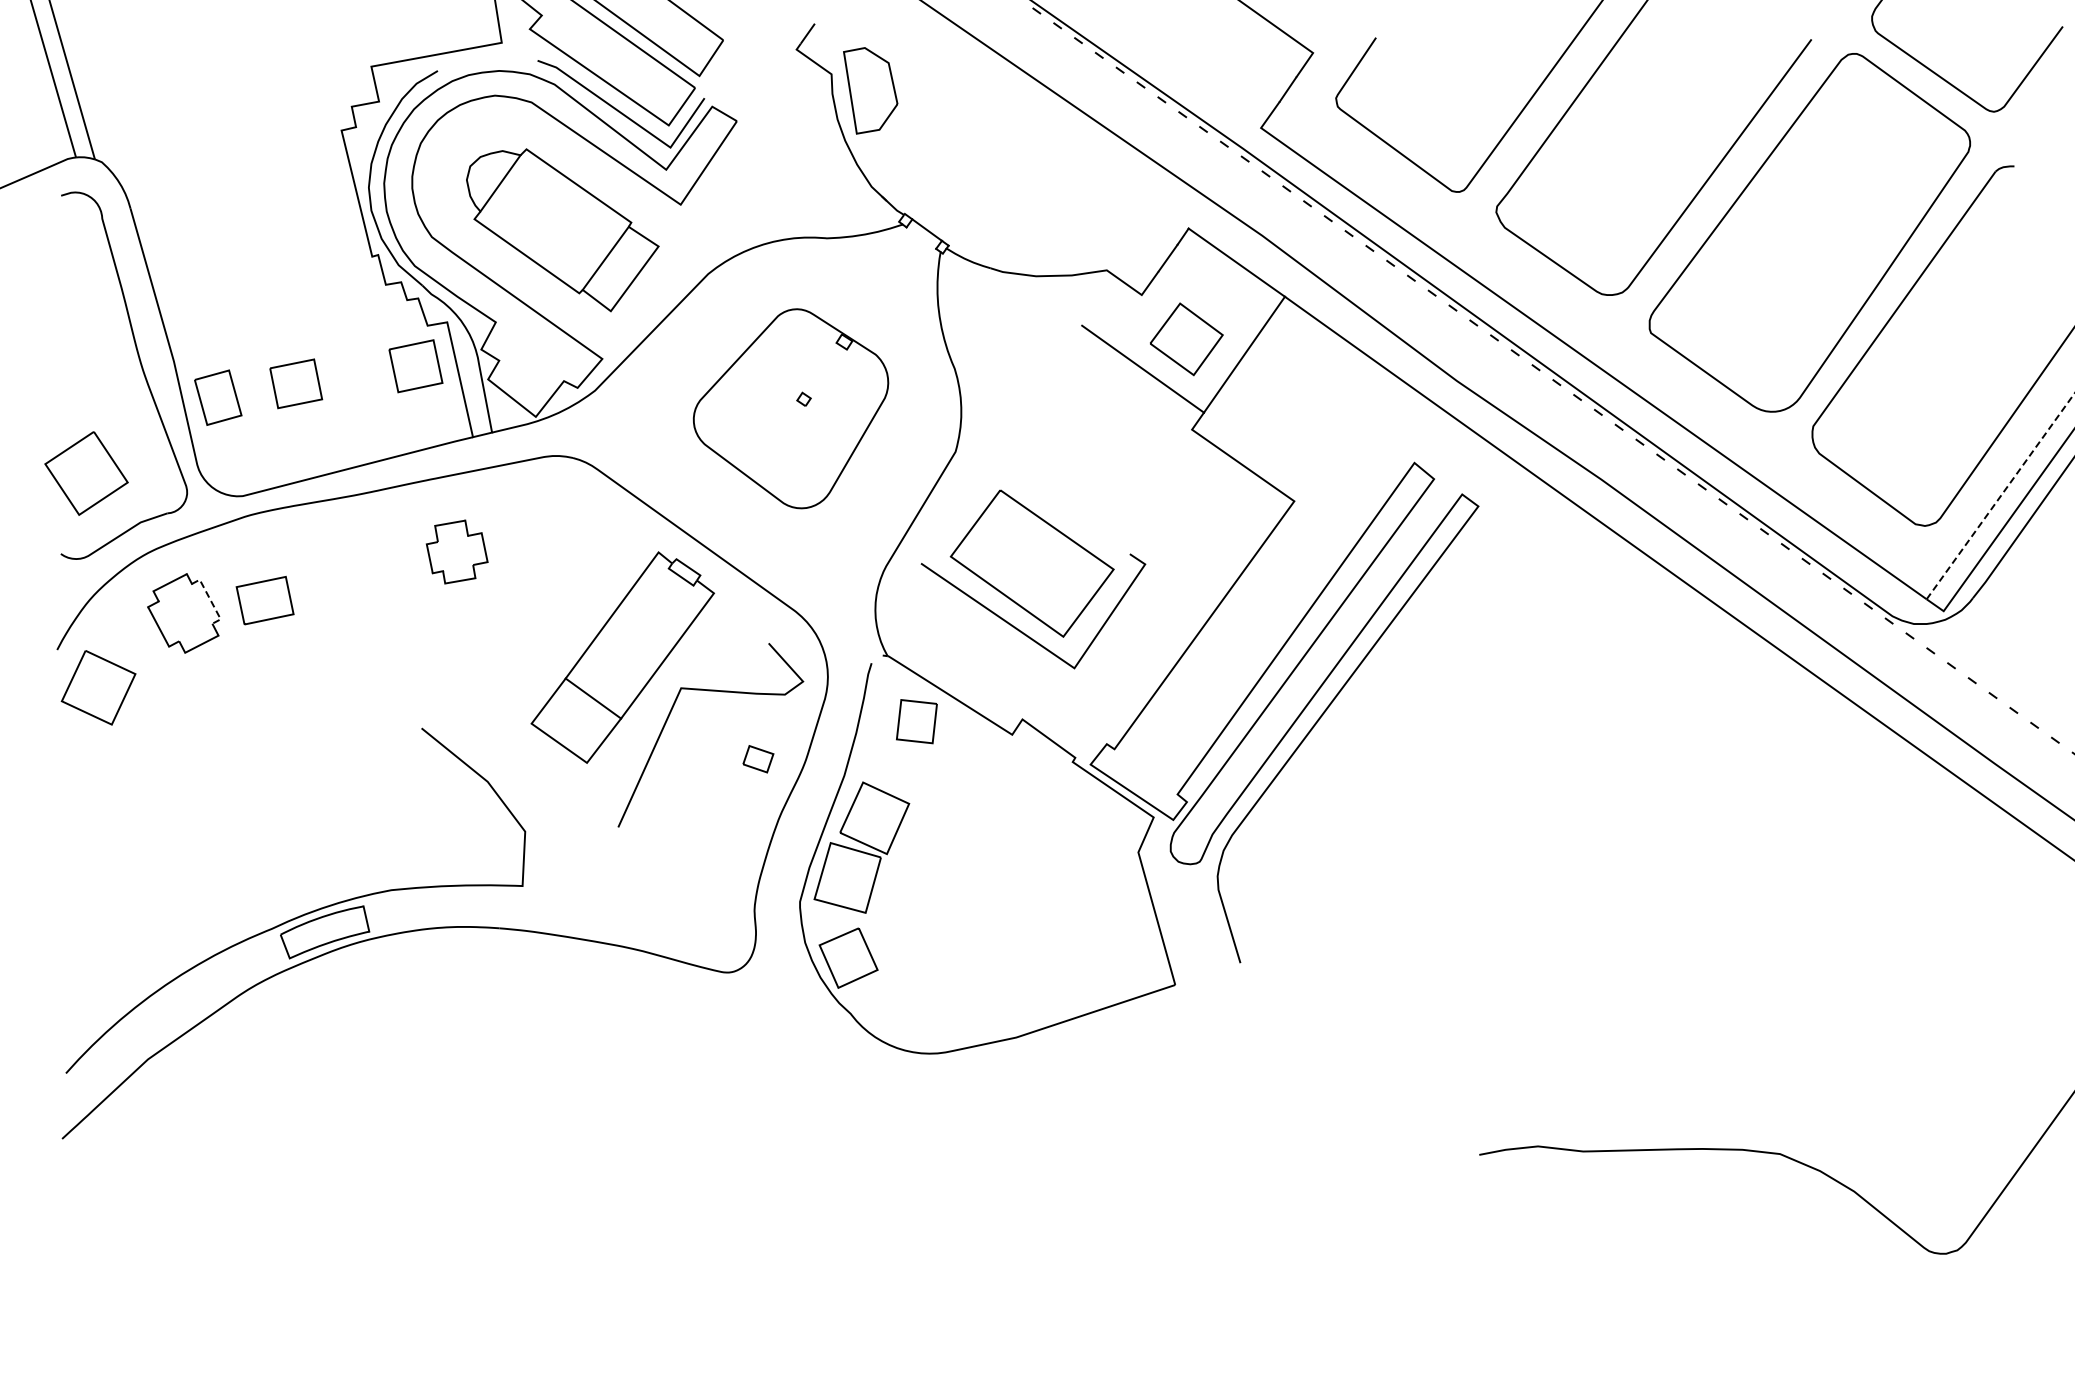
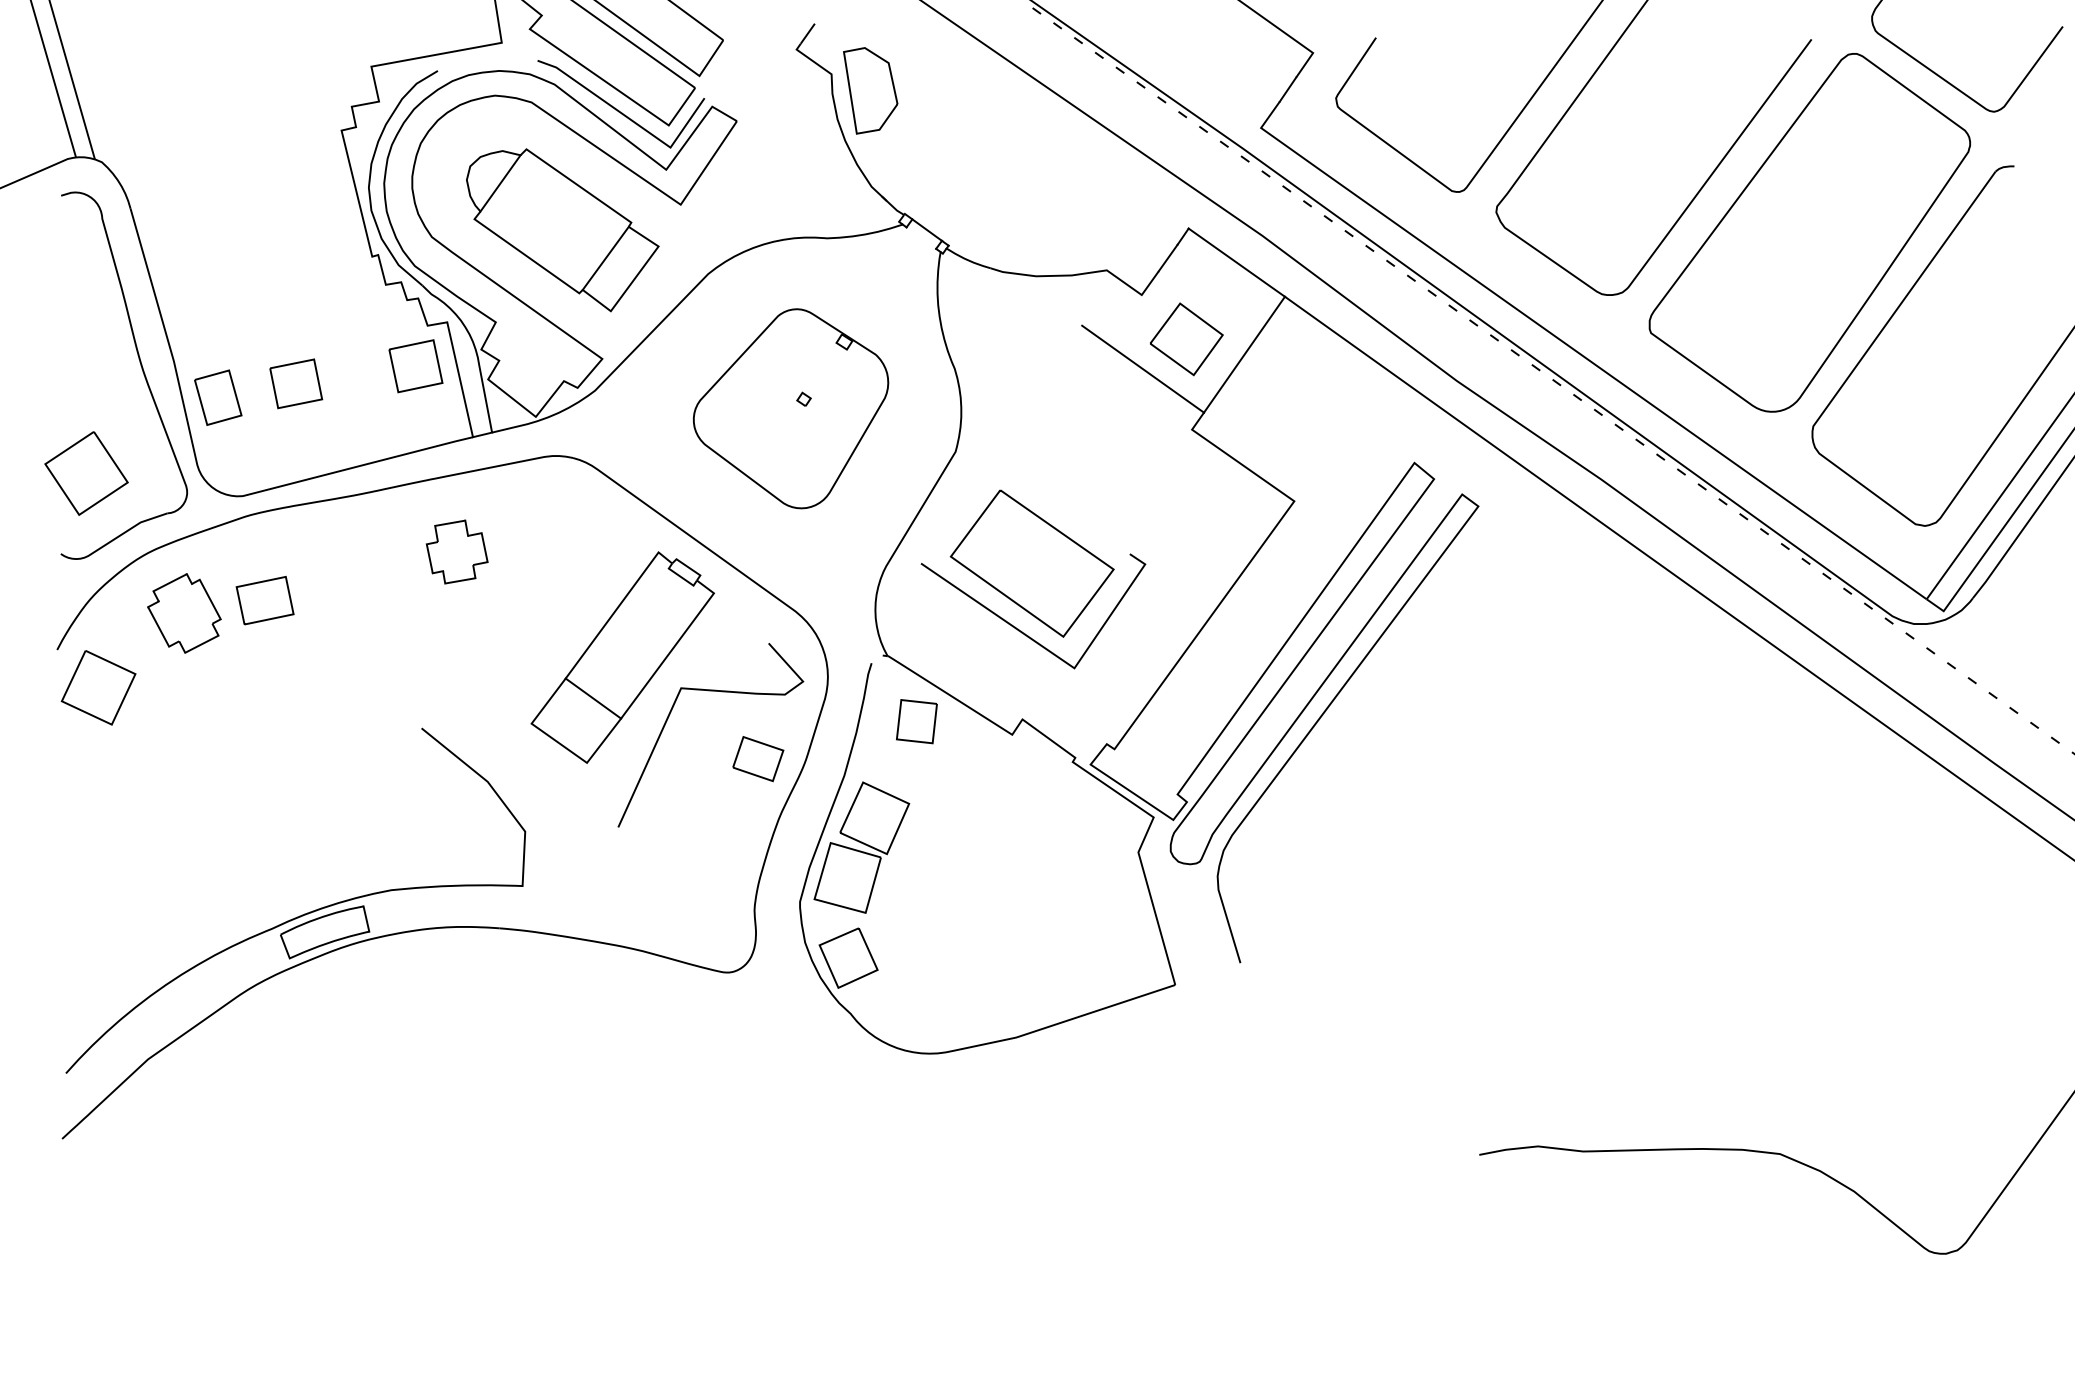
line at (2000, 496): dashed -> solid
line at (210, 599): dashed -> solid
part at (758, 759) size: 33x29 px -> 53x47 px
